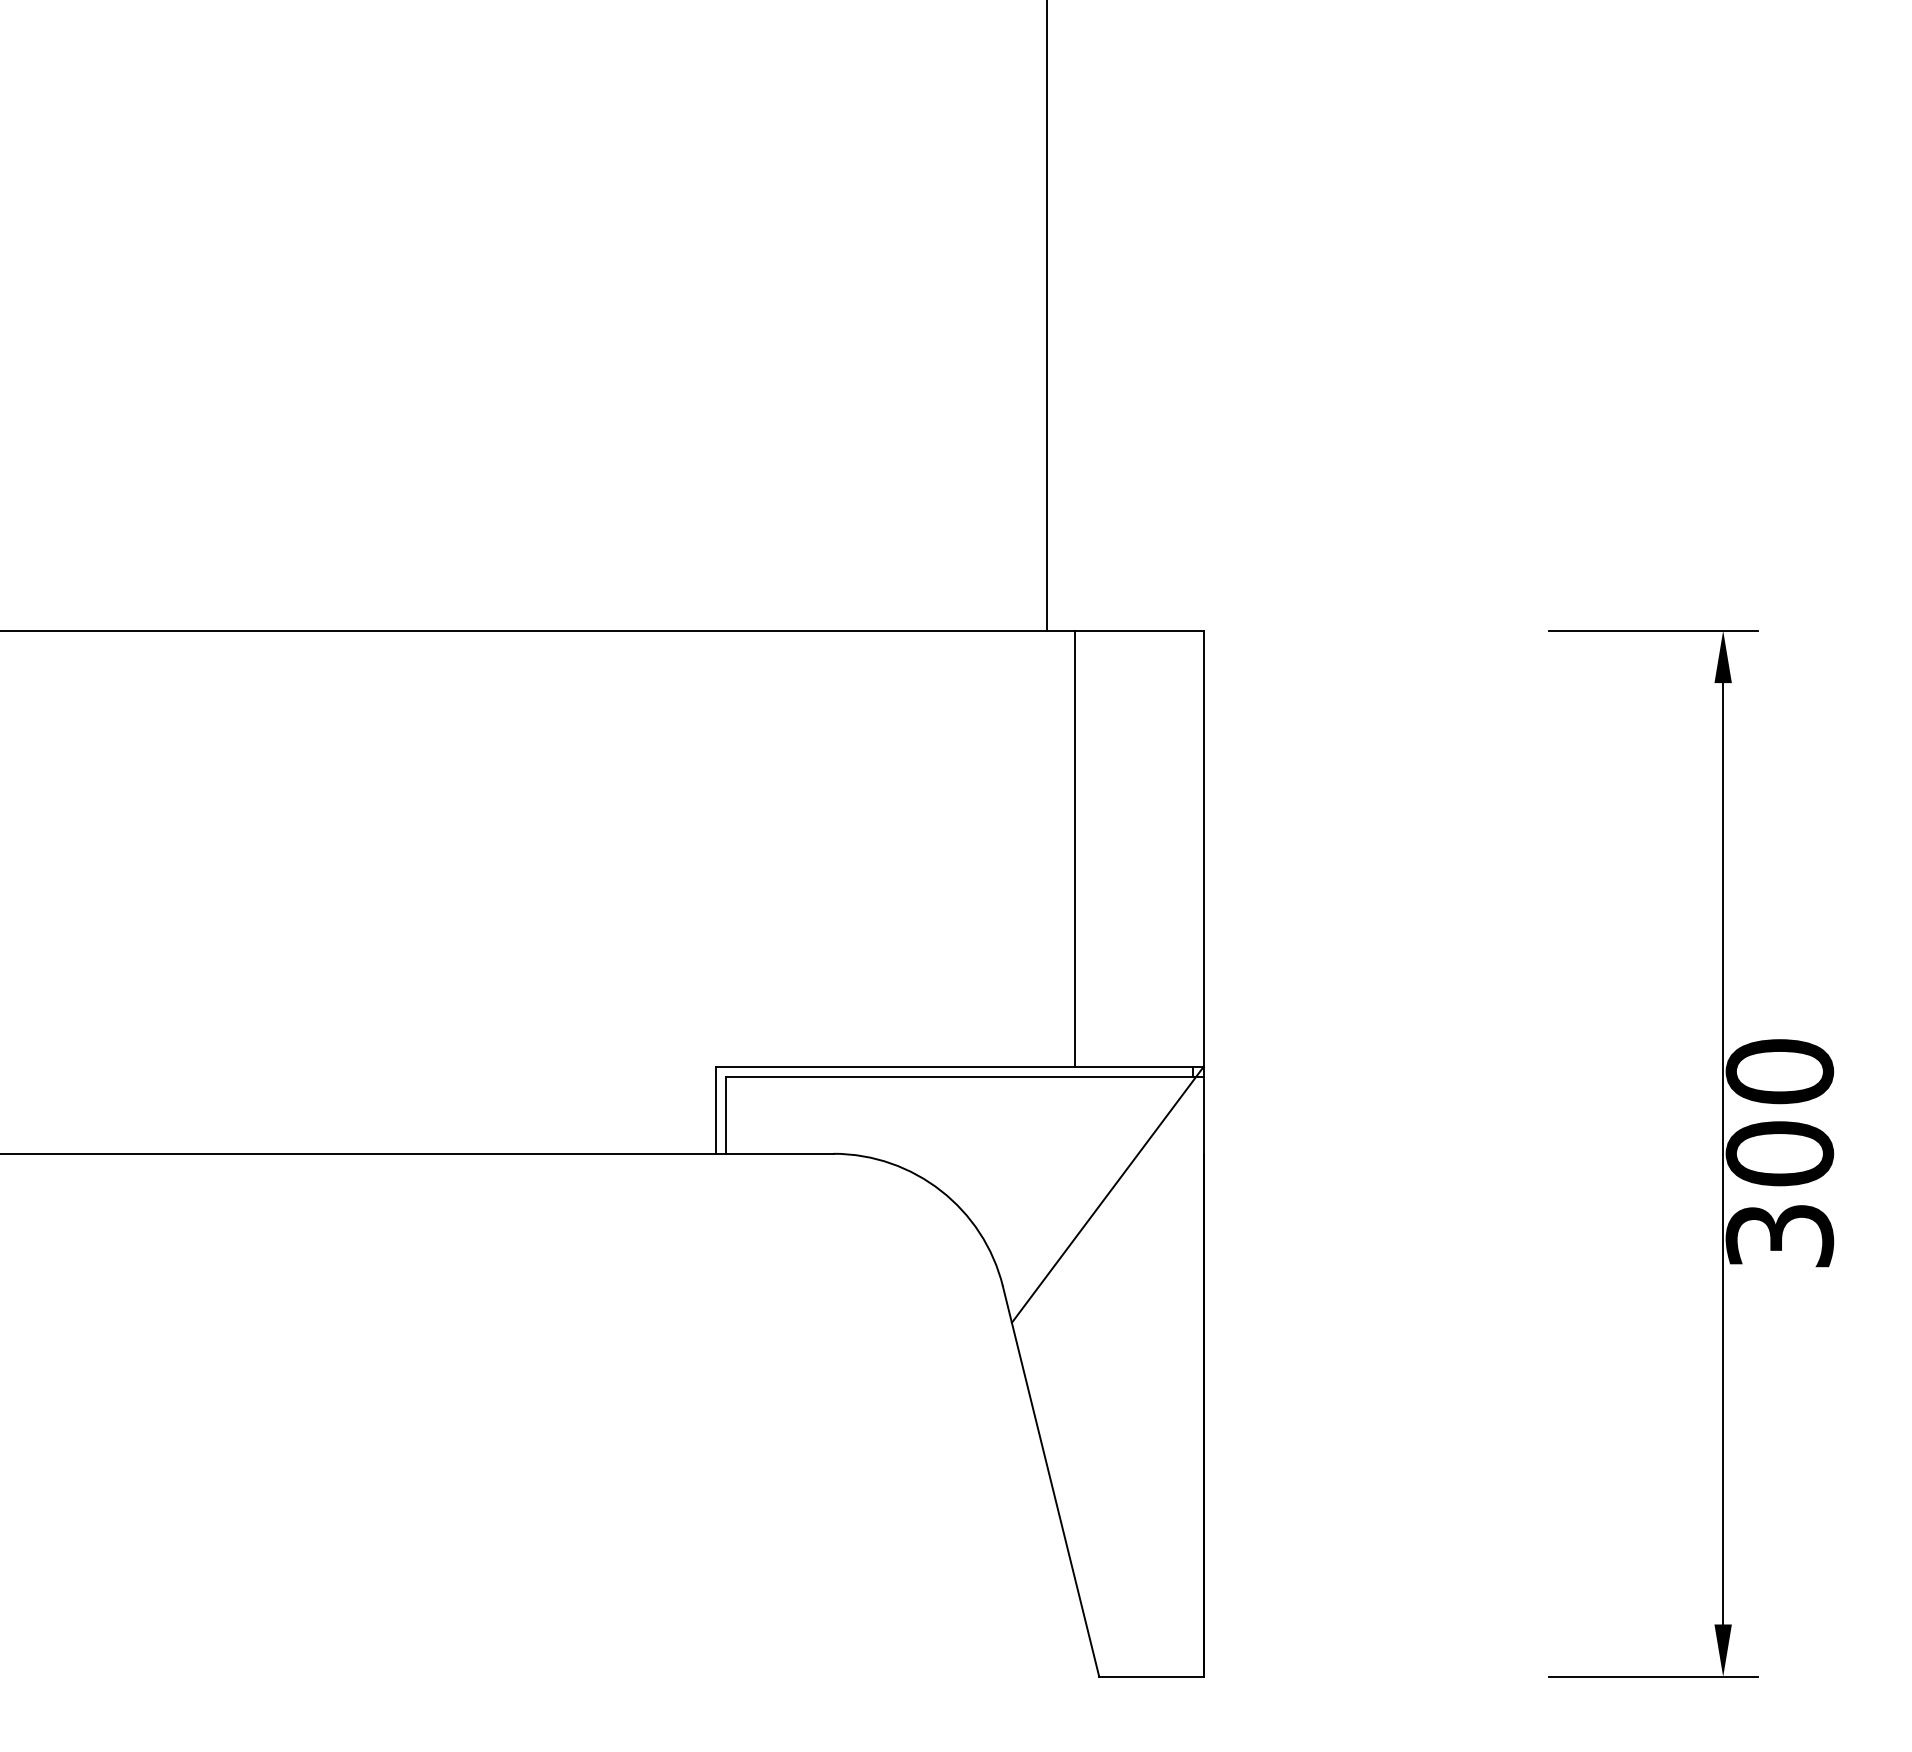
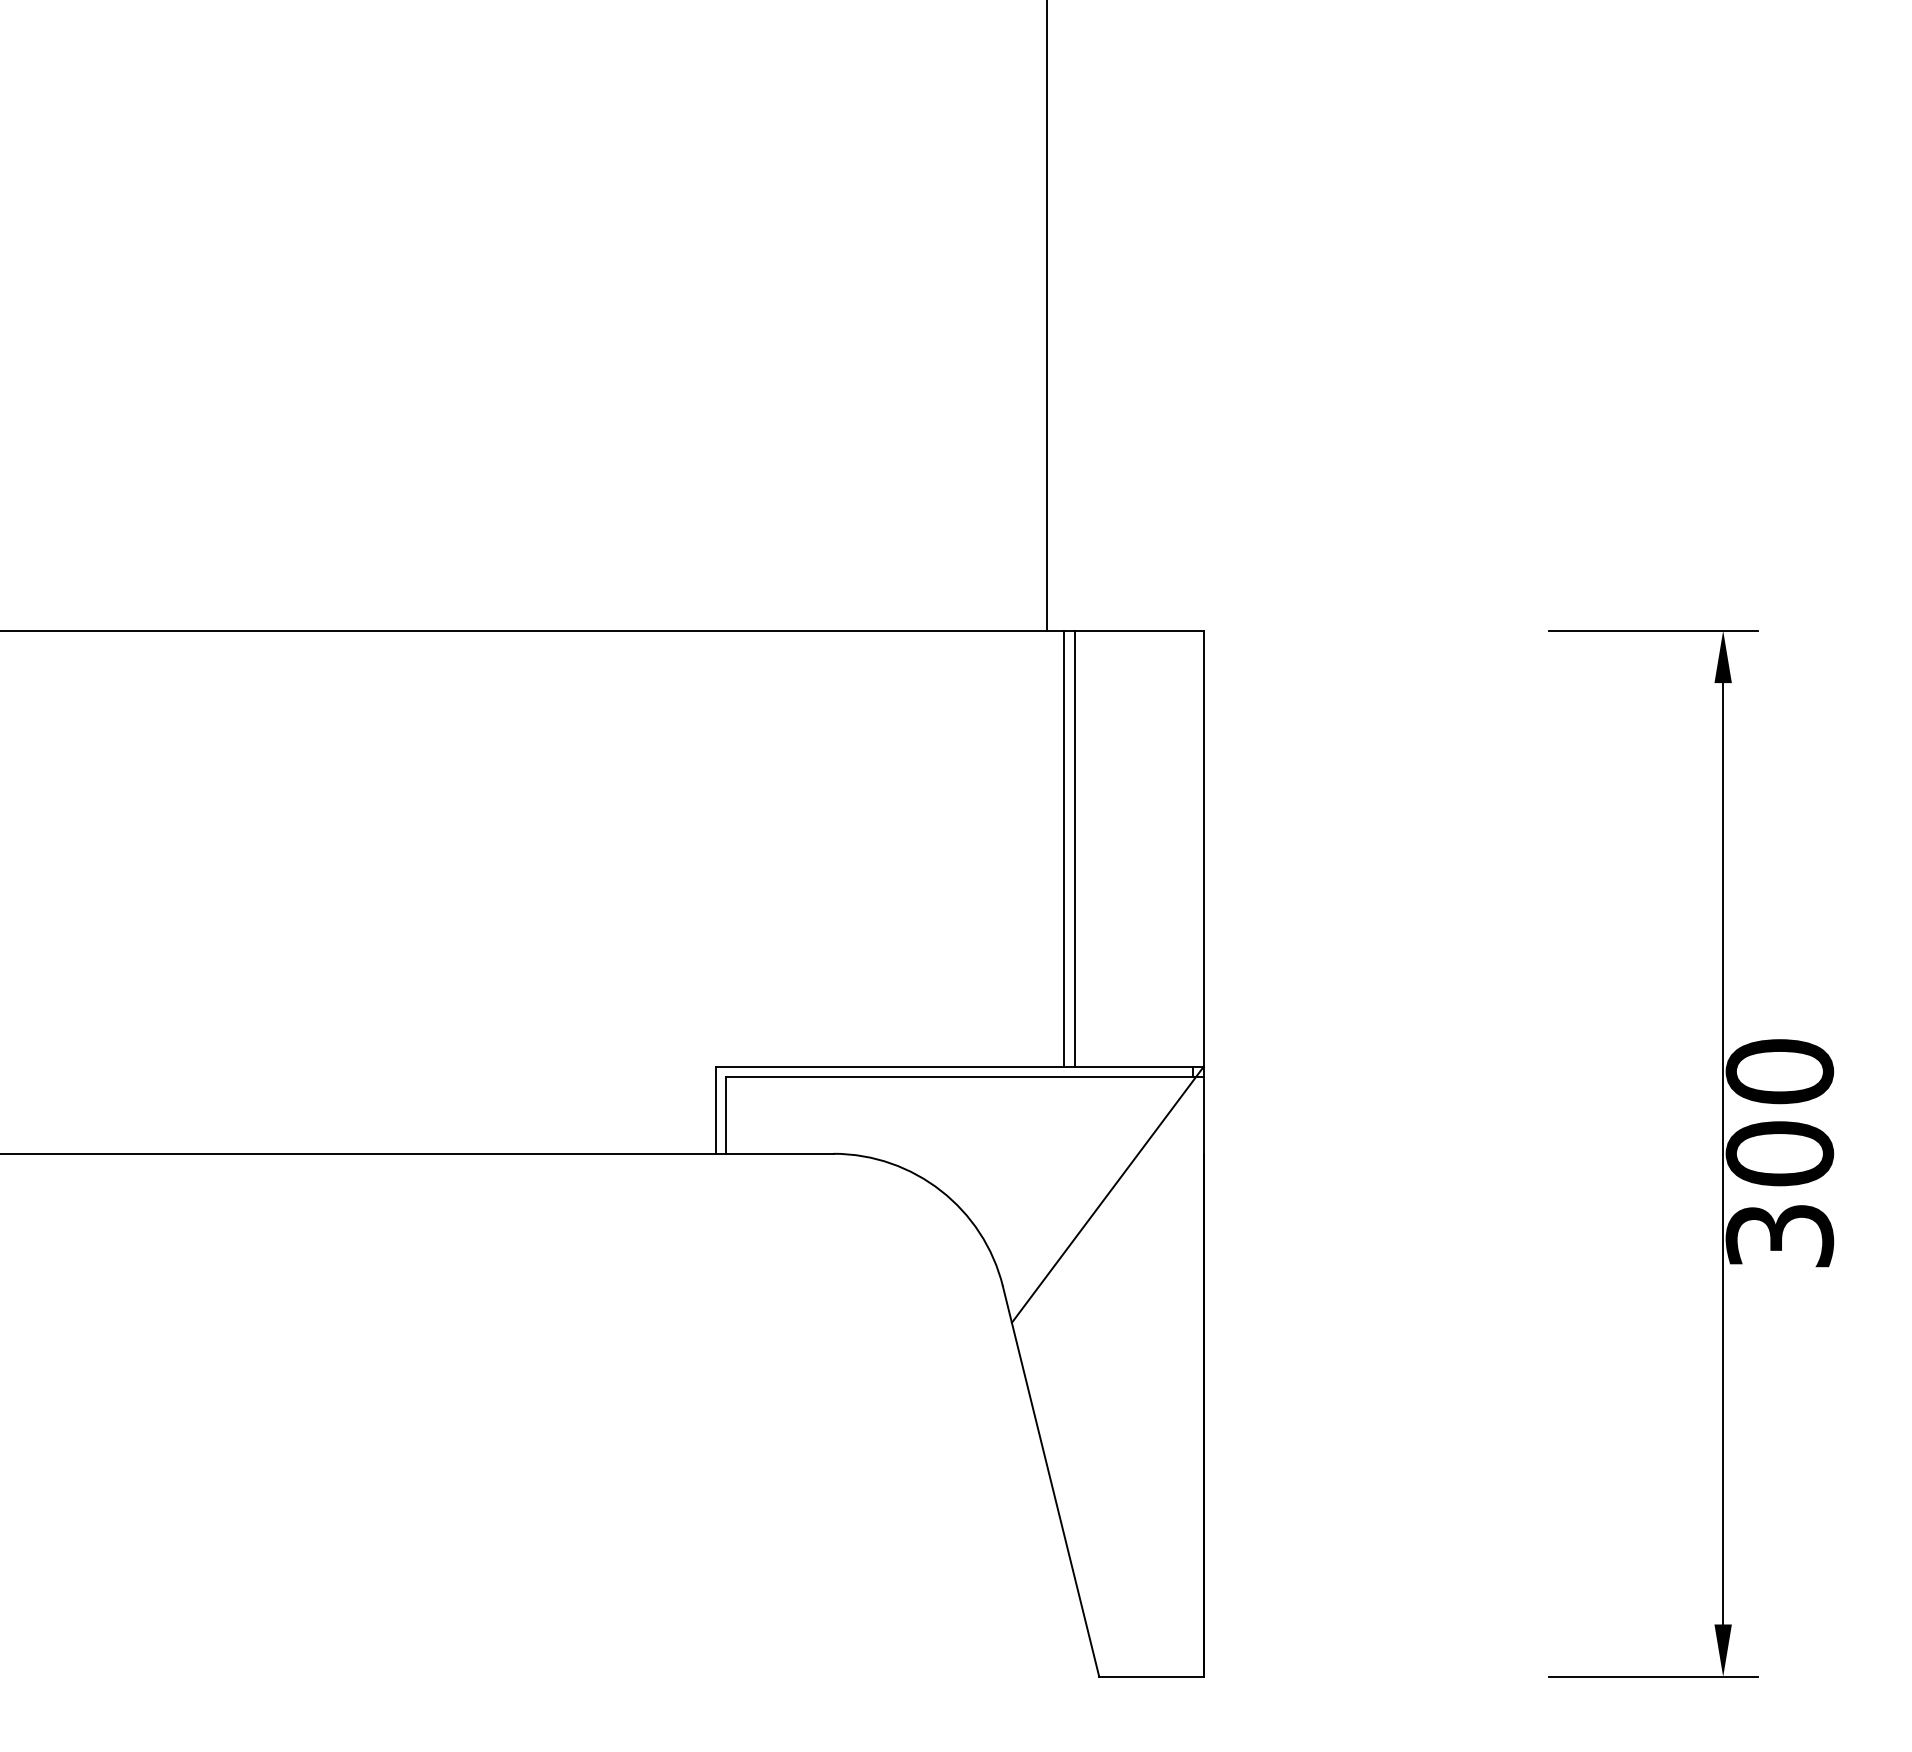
line at (1064, 848): none -> present
